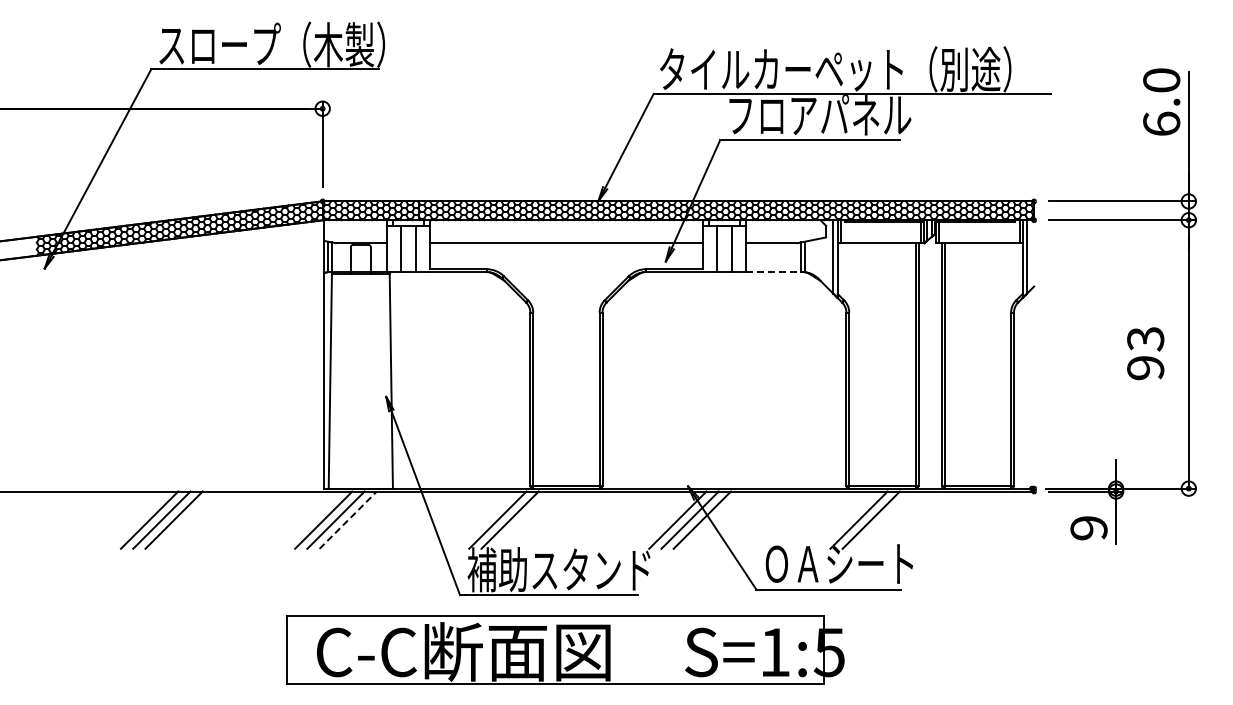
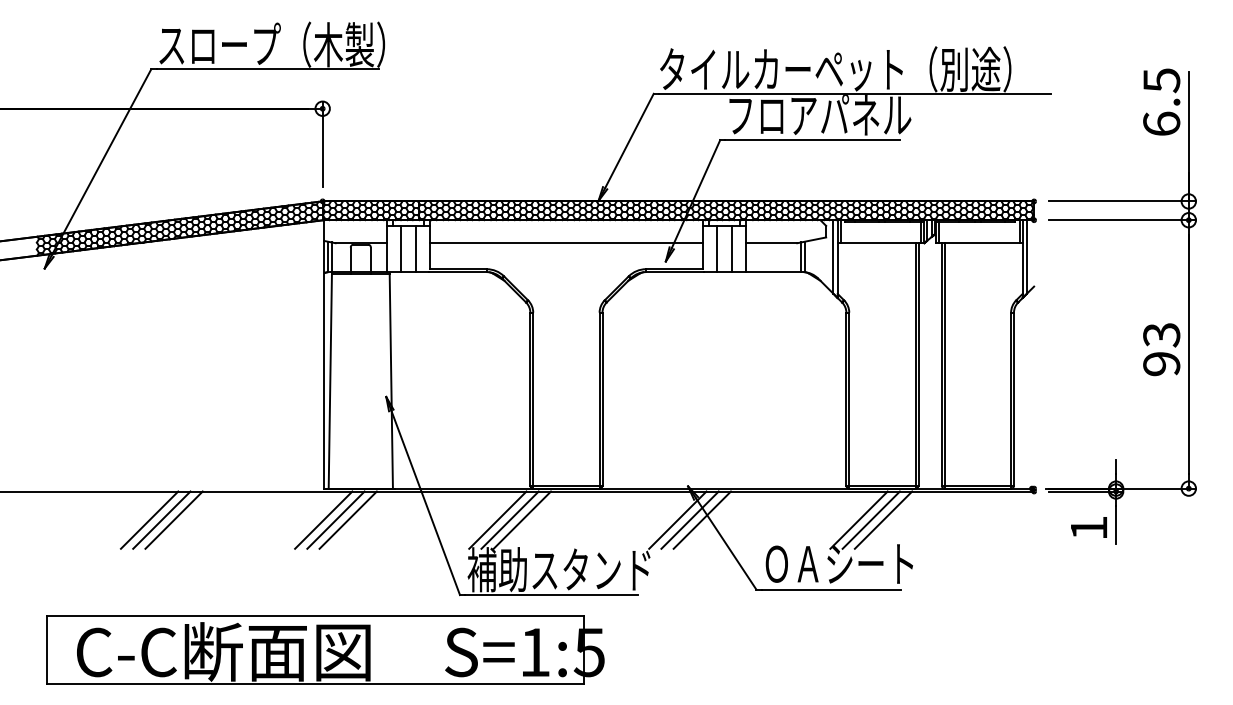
text at (1161, 80): 6.0 -> 6.5
line at (773, 272): dashed -> solid
text at (1145, 353) position: (1145, 353) -> (1161, 349)
line at (522, 519): none -> present
line at (883, 519): none -> present
line at (348, 520): dashed -> solid
text at (1088, 528): 9 -> 1
part at (565, 649) position: (565, 649) -> (325, 649)
